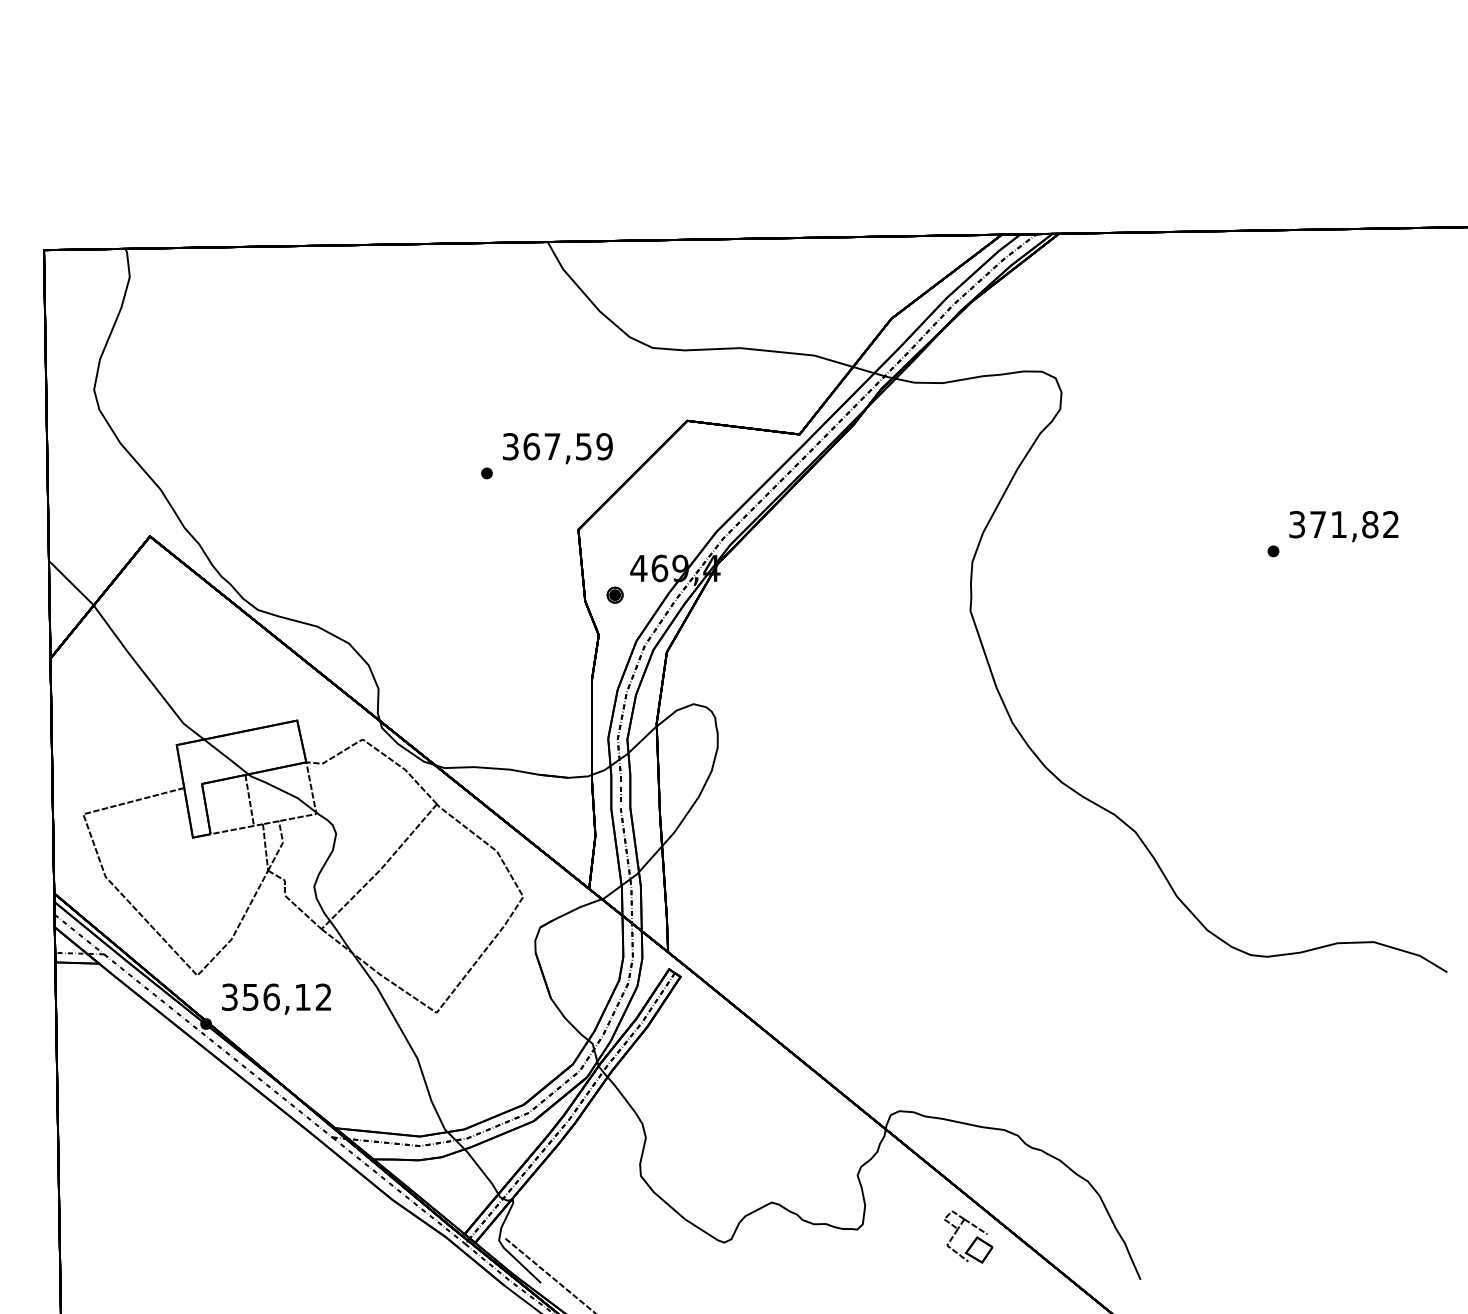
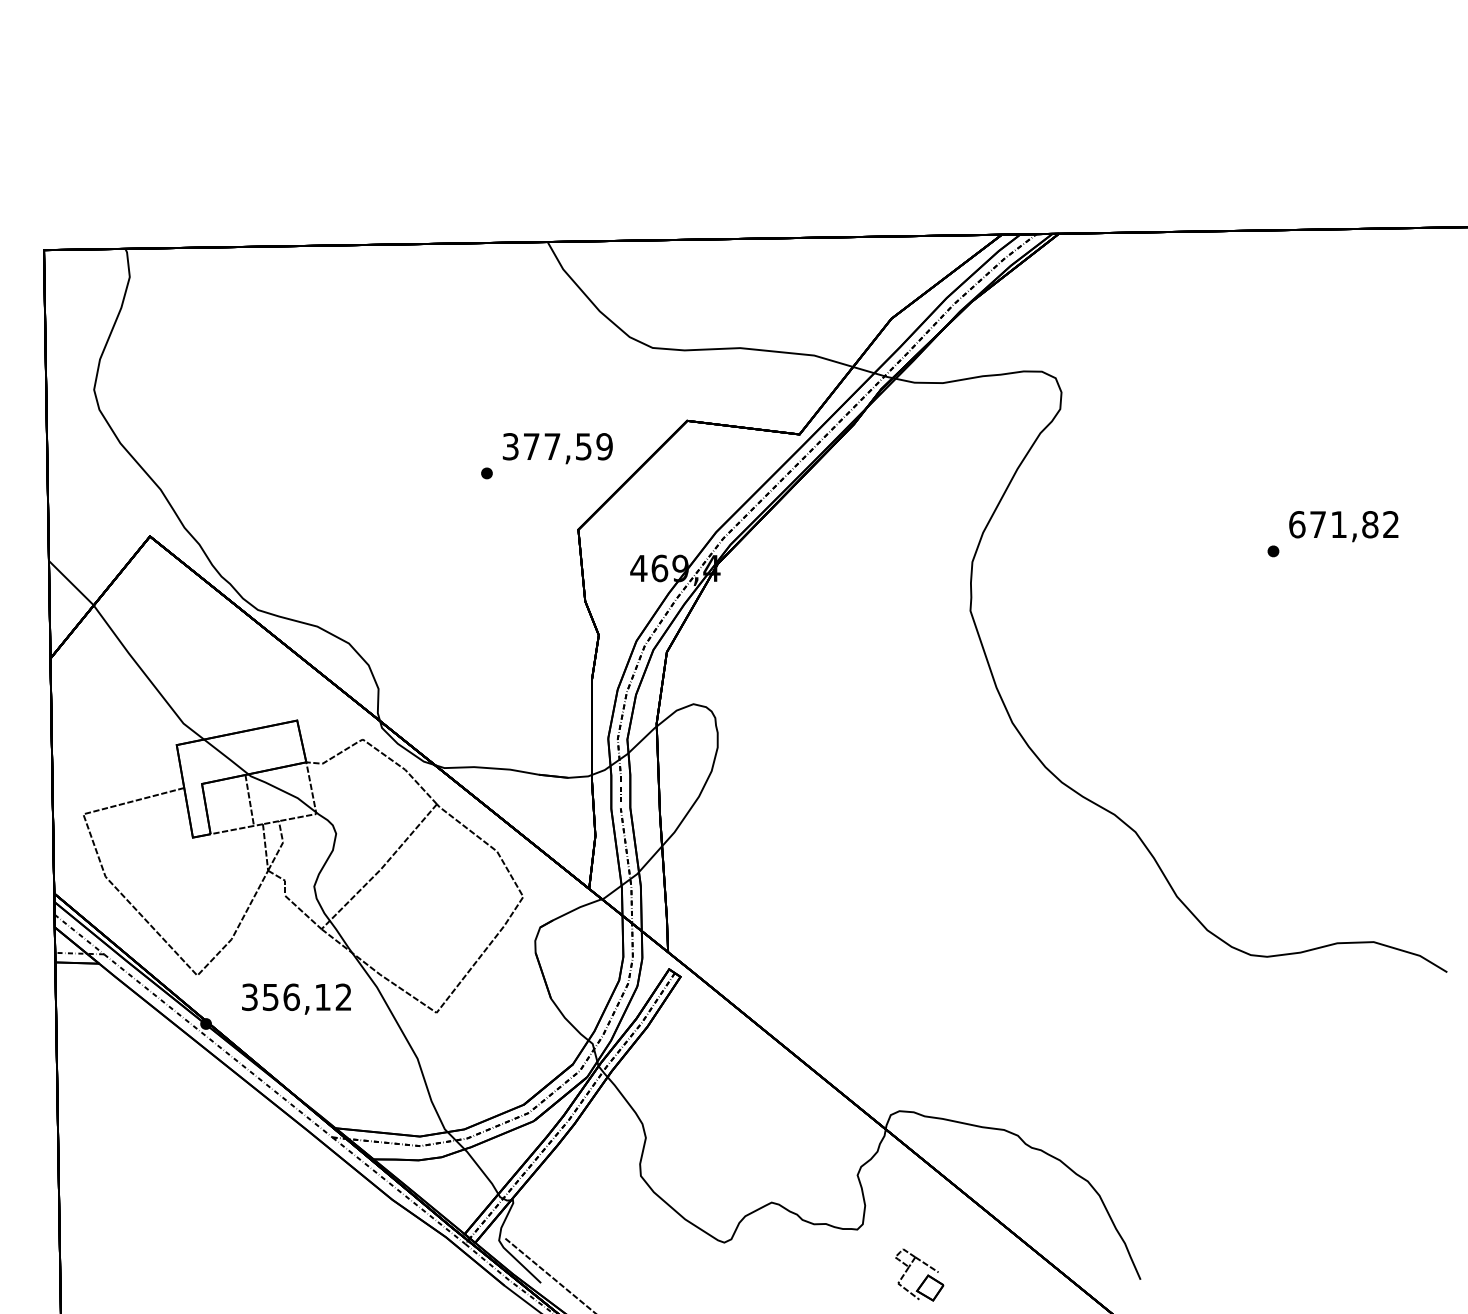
text at (531, 446): 367,59 -> 377,59
text at (1297, 524): 371,82 -> 671,82
part at (614, 594): present -> none
text at (276, 998) position: (276, 998) -> (296, 998)
part at (973, 1240) position: (973, 1240) -> (924, 1278)
